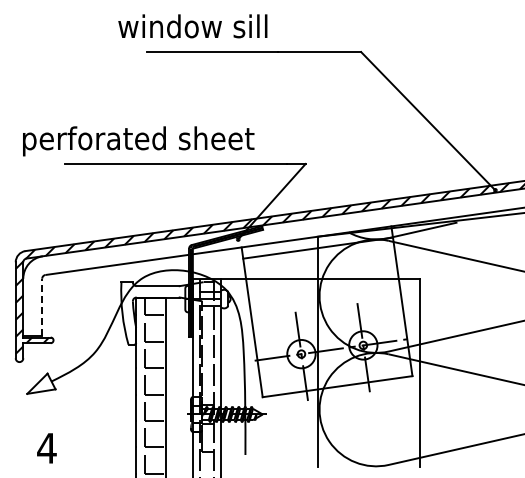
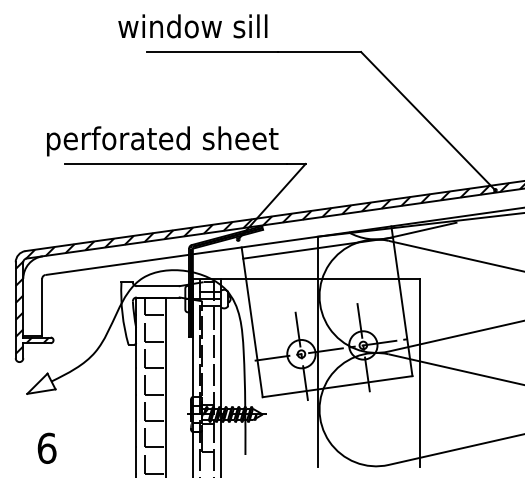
text at (138, 141) position: (138, 141) -> (162, 141)
line at (42, 306): dashed -> solid
text at (46, 447): 4 -> 6
